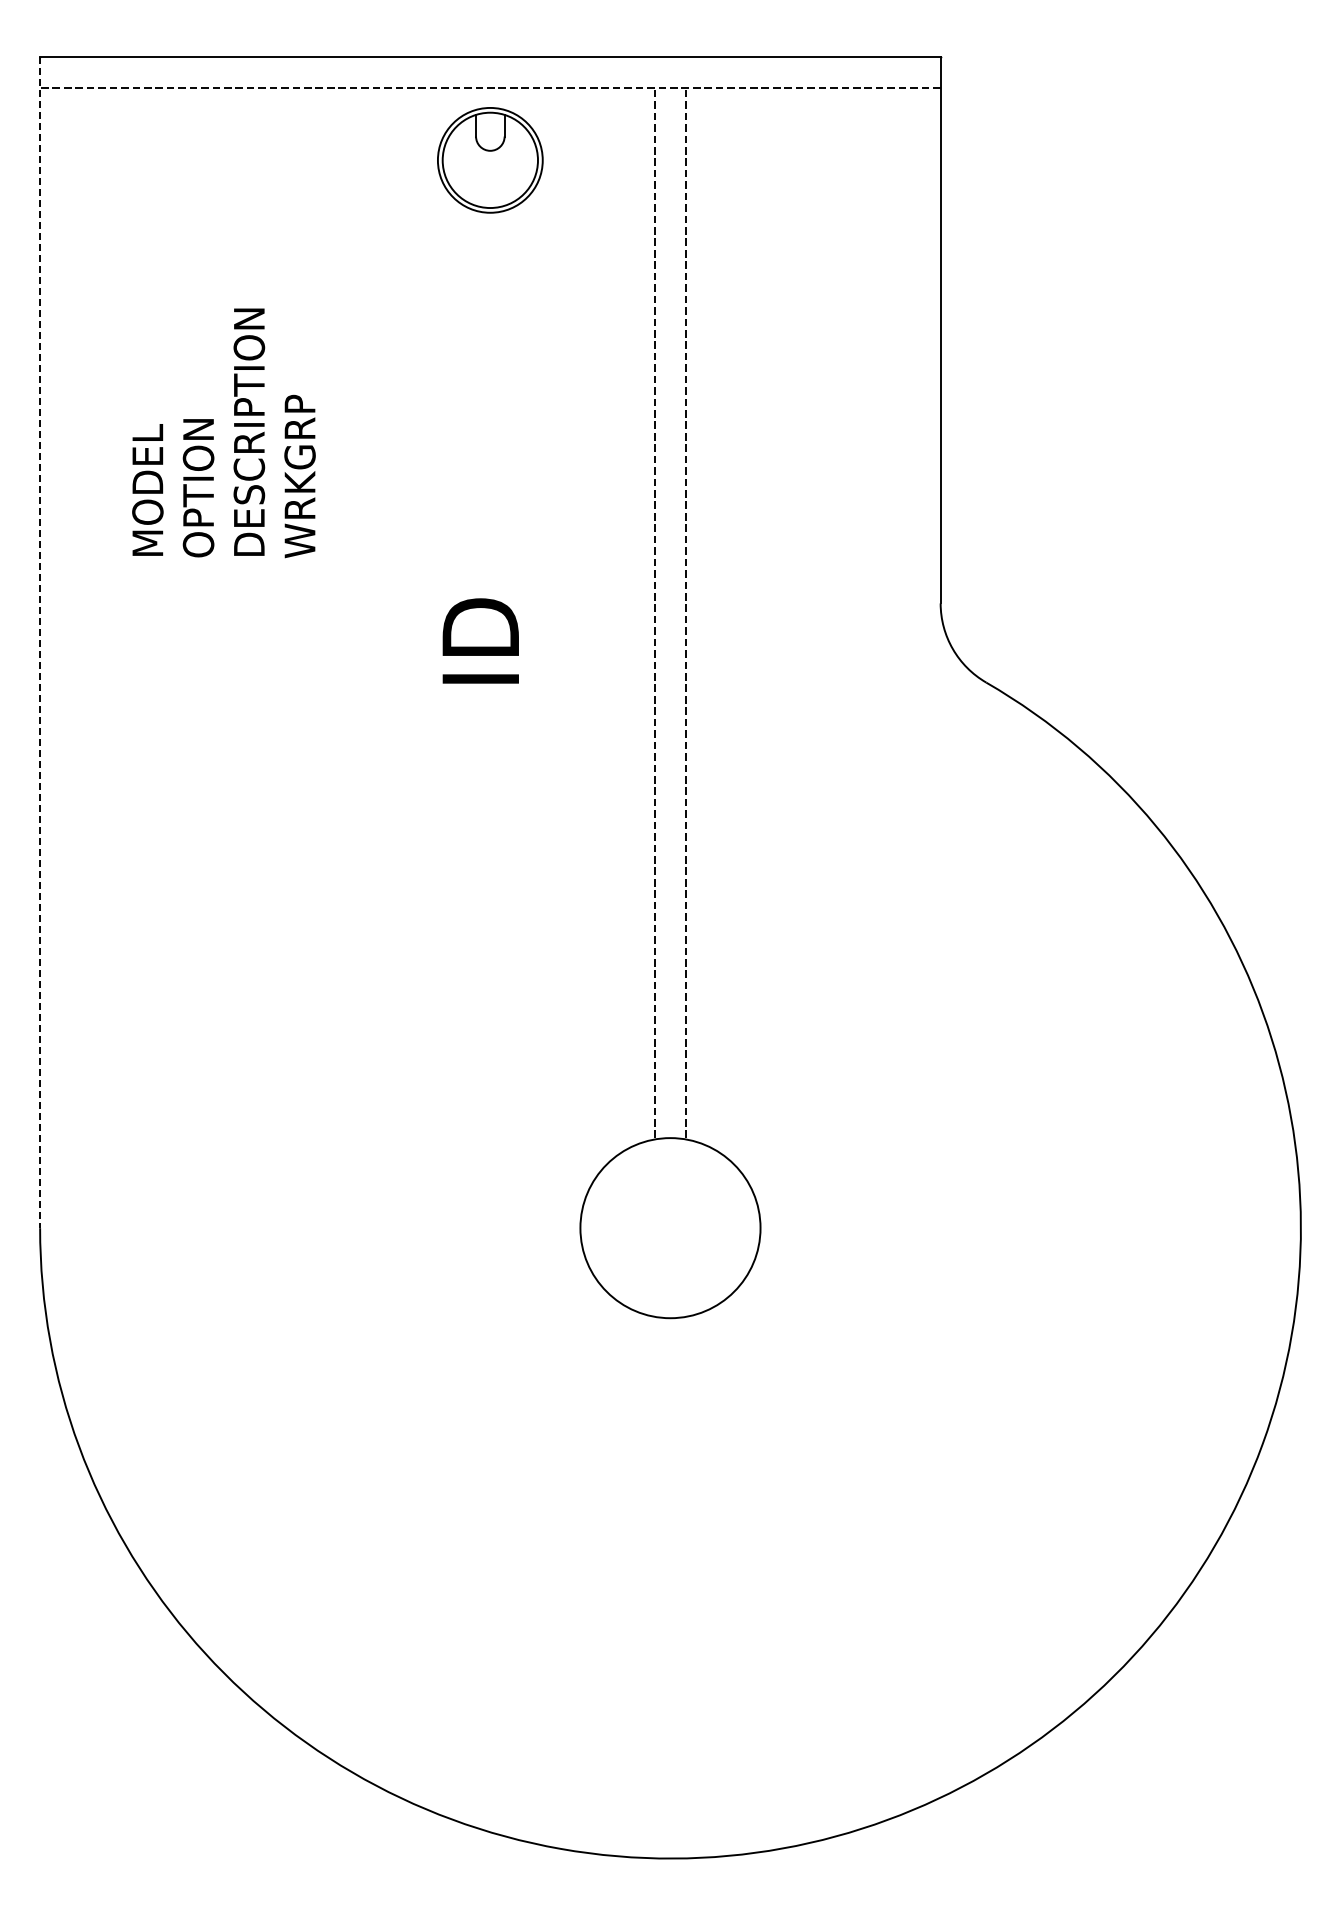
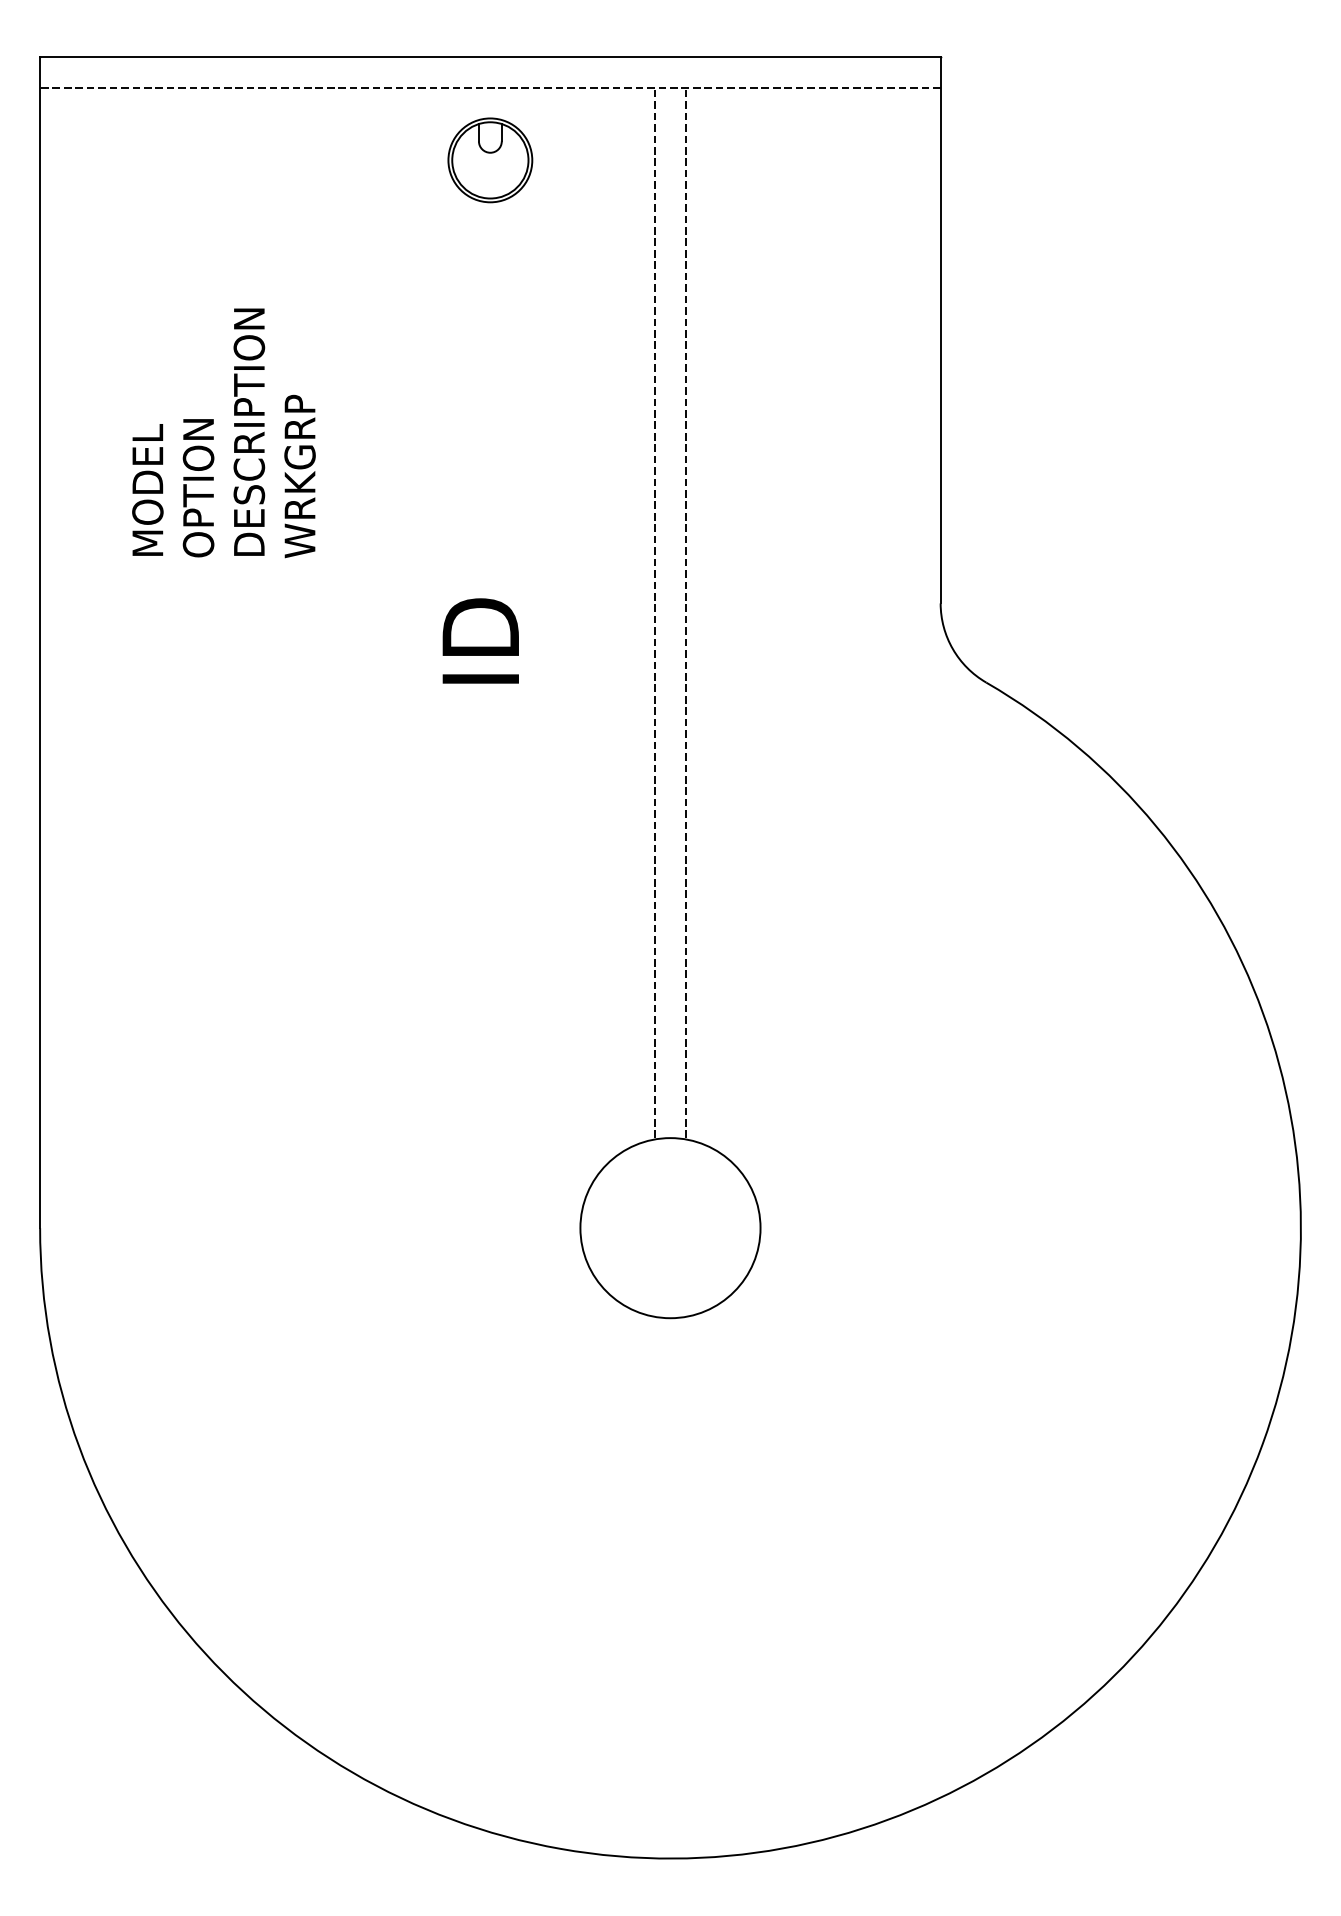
part at (490, 160) size: 107x107 px -> 87x87 px
line at (40, 643): dashed -> solid
